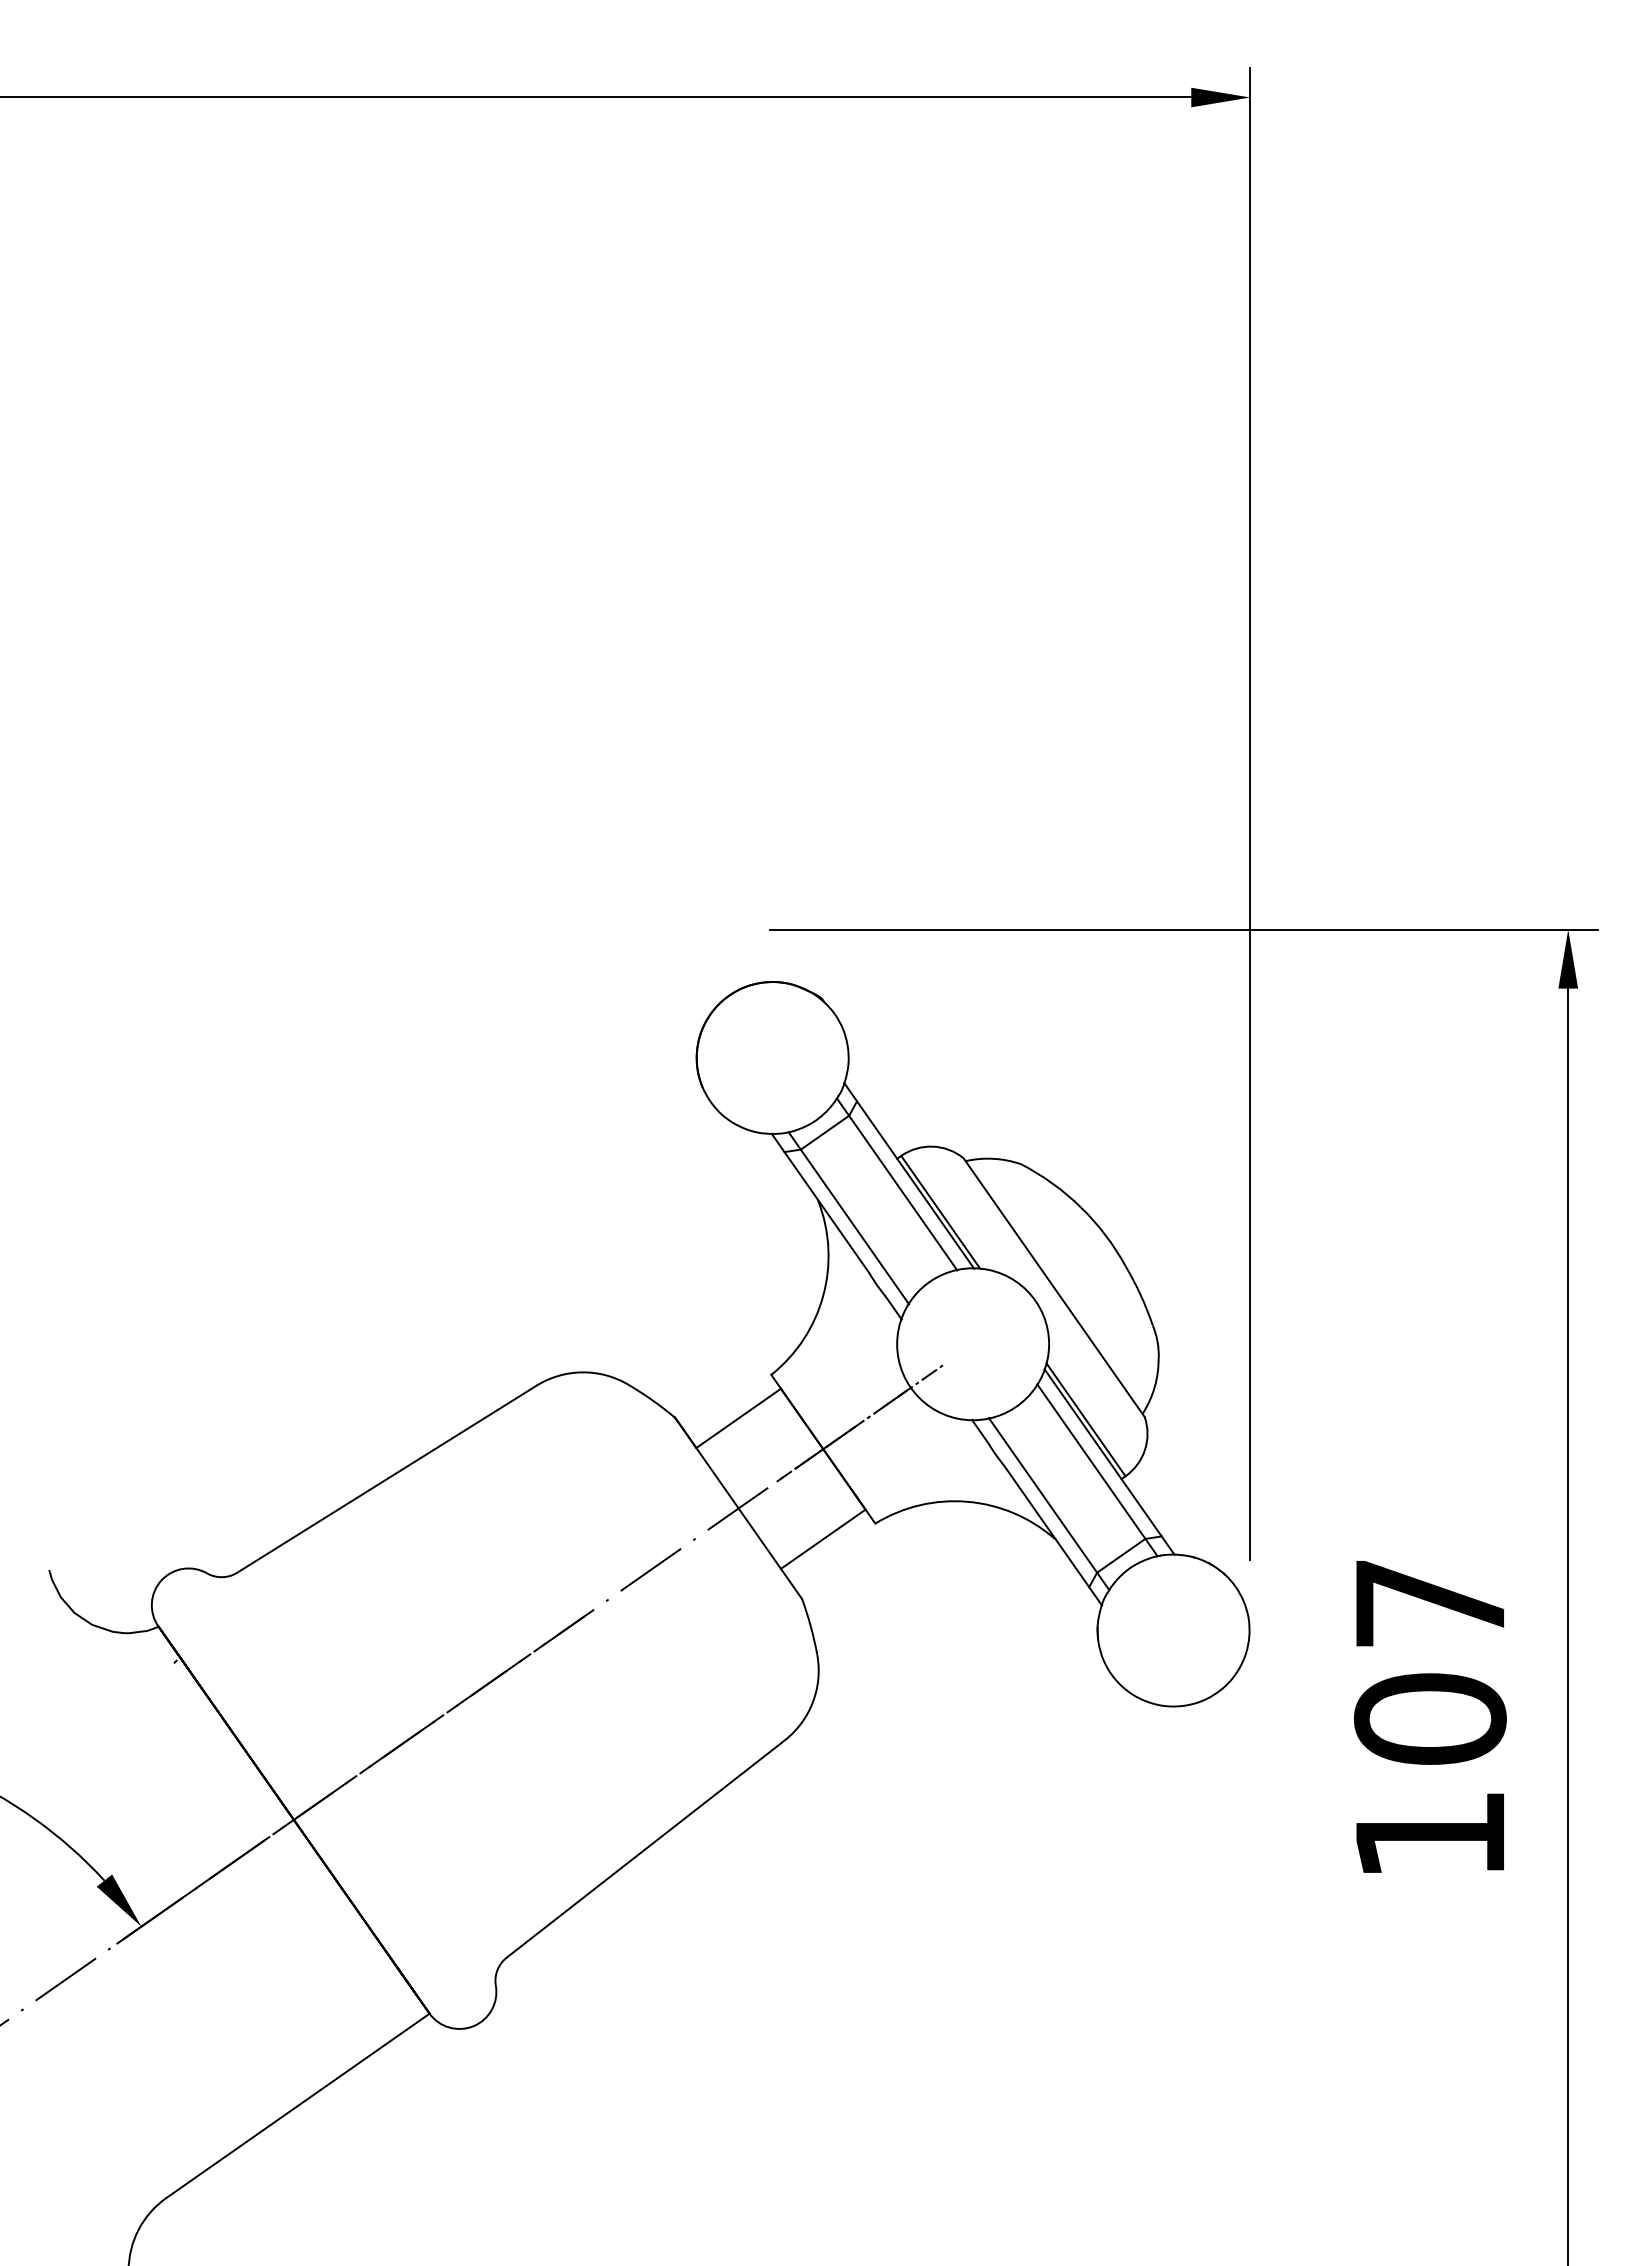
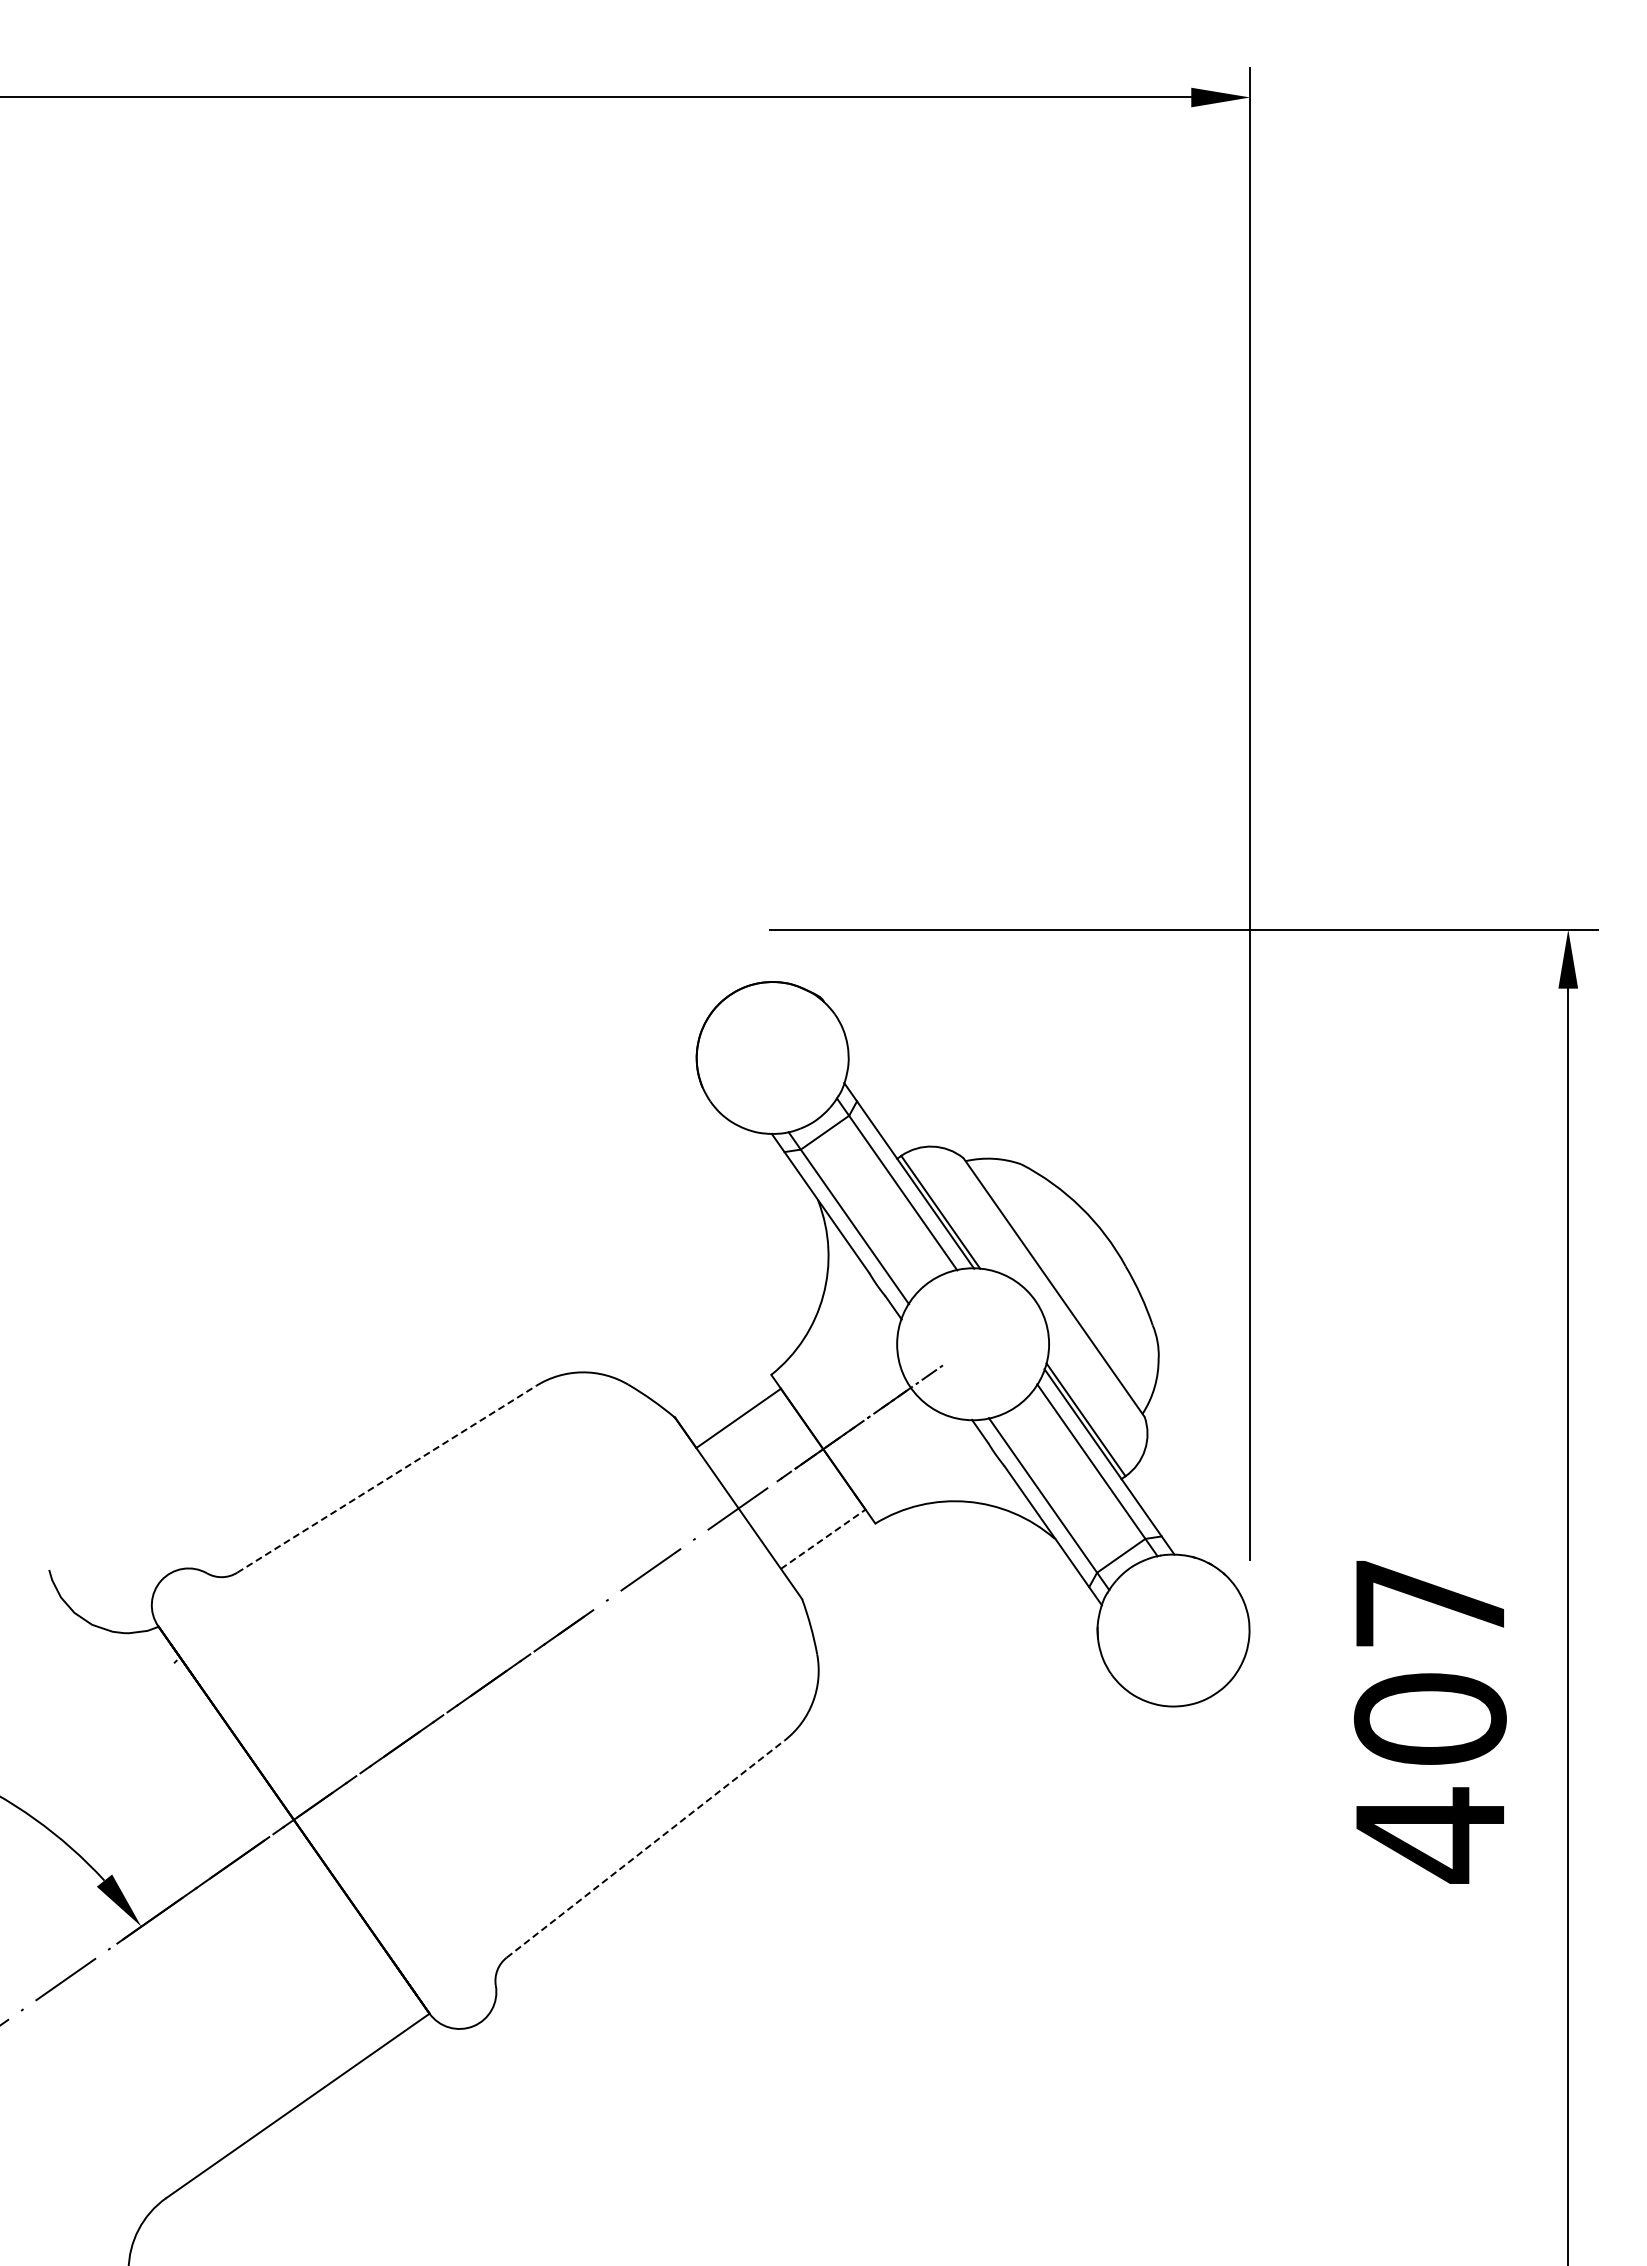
line at (387, 1479): solid -> dashed
line at (823, 1539): solid -> dashed
text at (1430, 1835): 107 -> 407
line at (646, 1848): solid -> dashed
